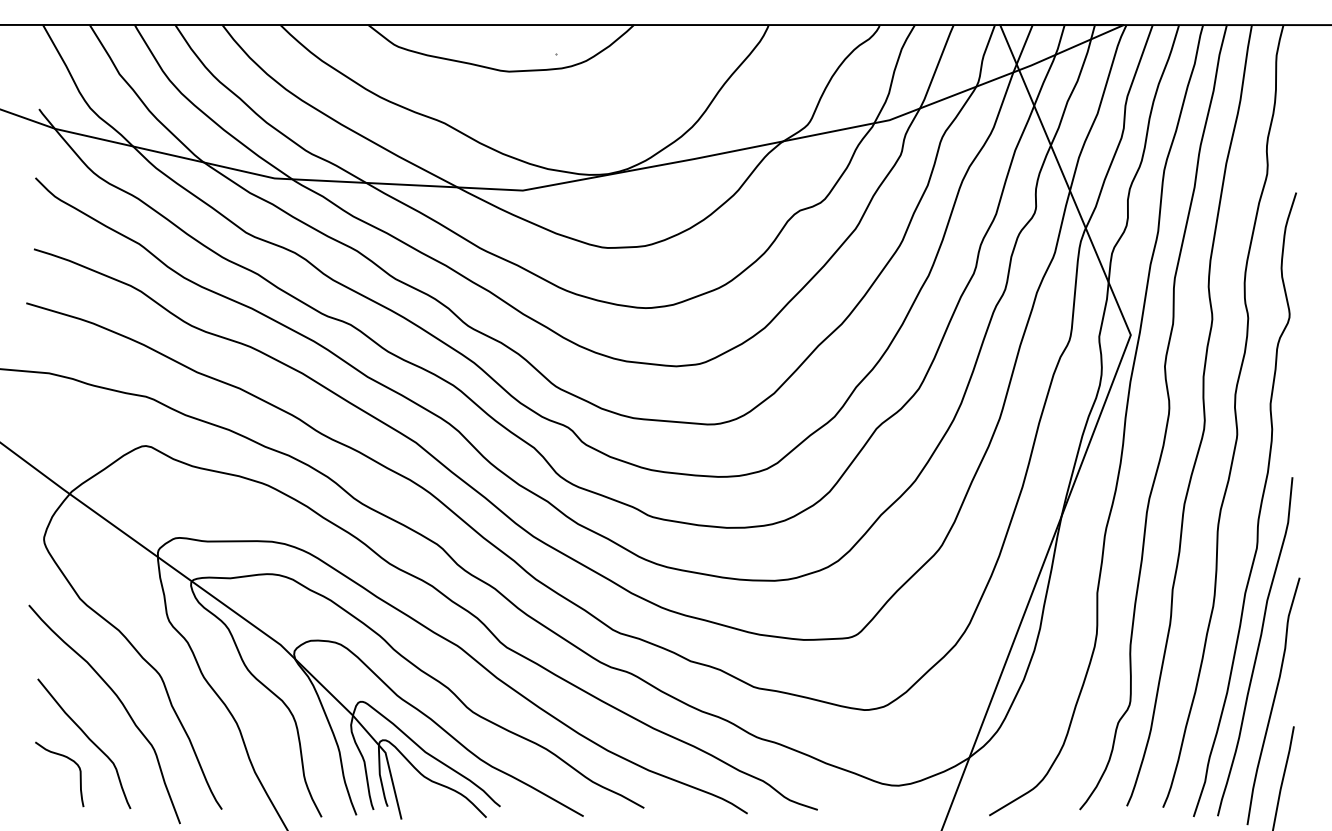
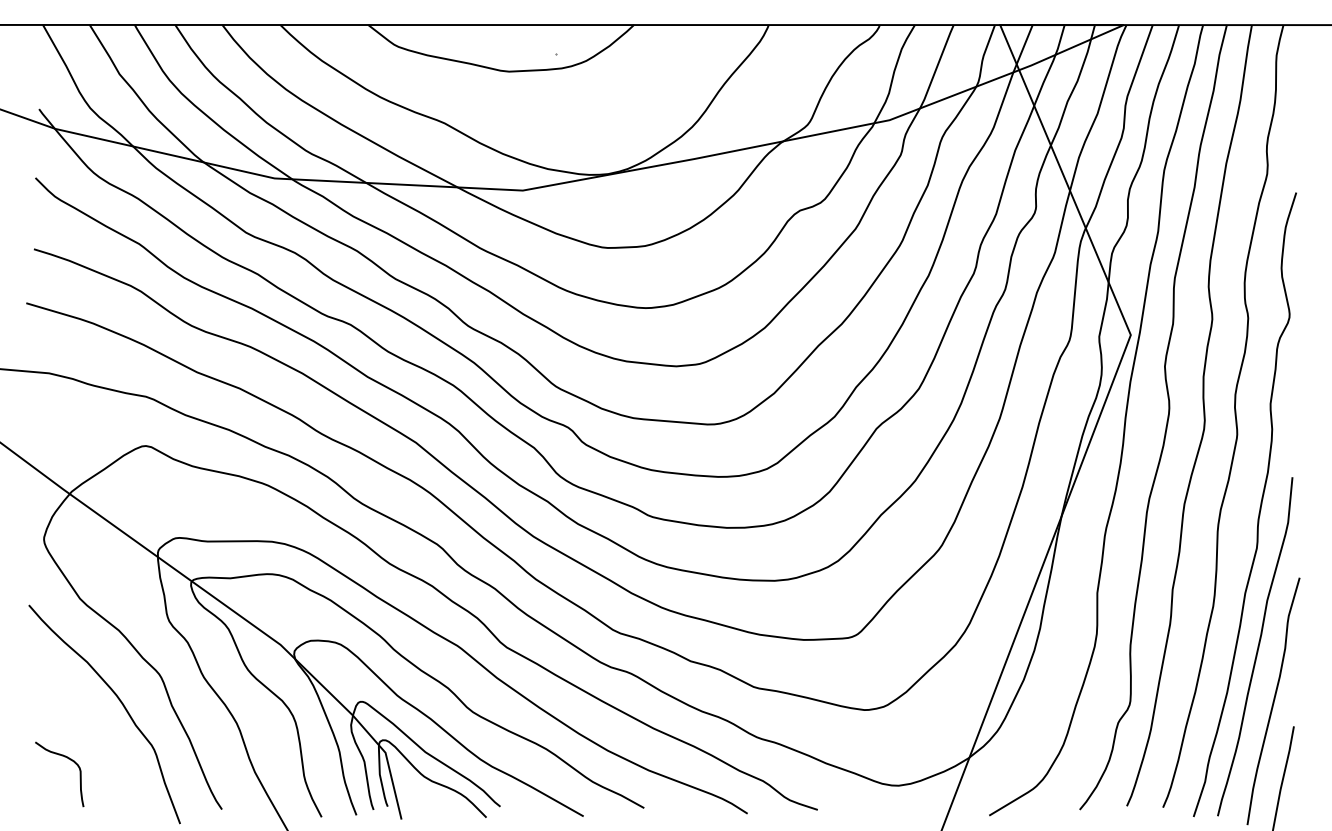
curve at (88, 739): present -> none
